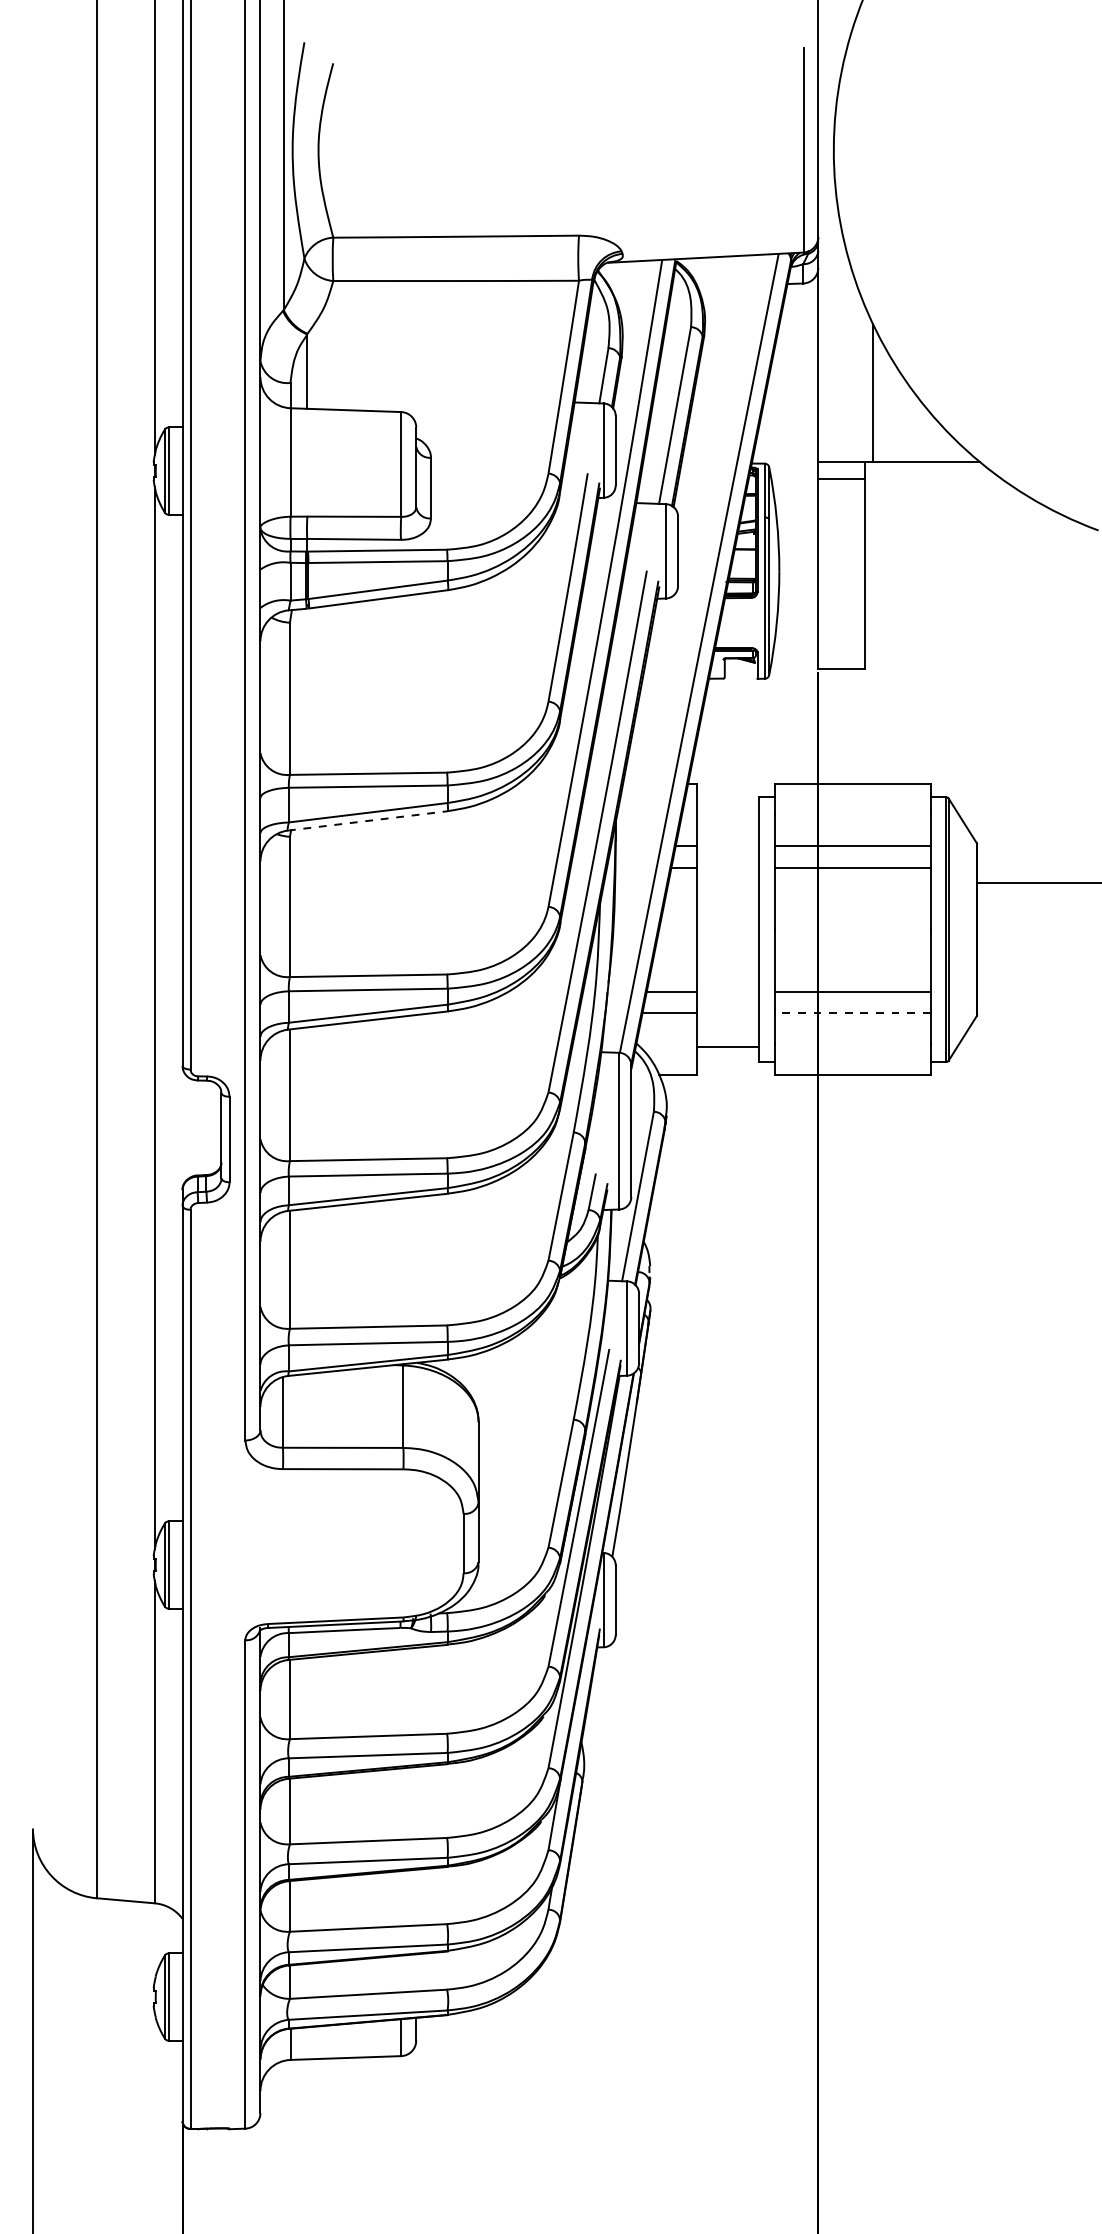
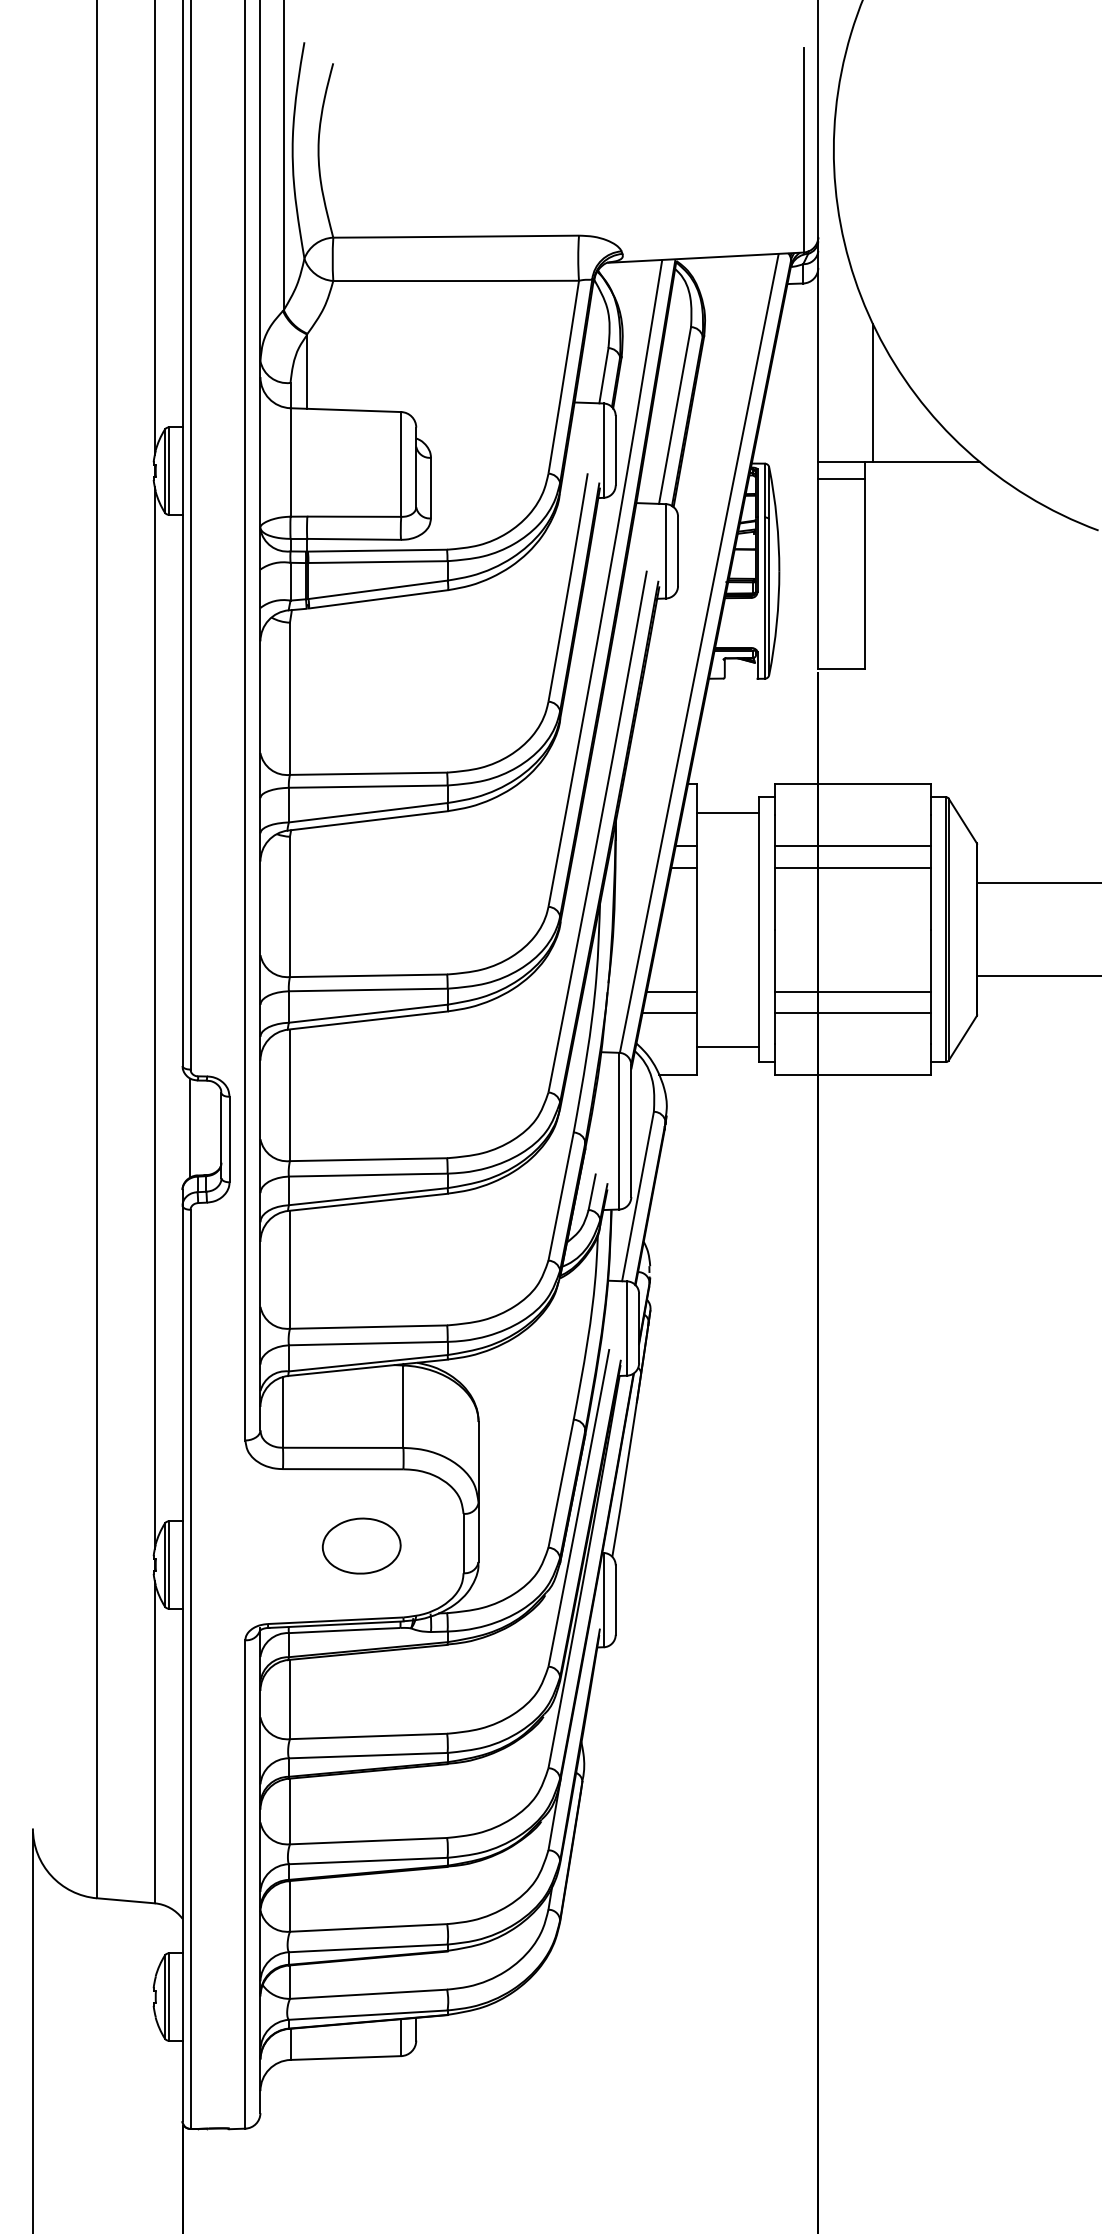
line at (727, 812): none -> present
line at (367, 820): dashed -> solid
line at (1037, 976): none -> present
line at (852, 1013): dashed -> solid
line at (190, 1128): none -> present
part at (361, 1545): none -> present
